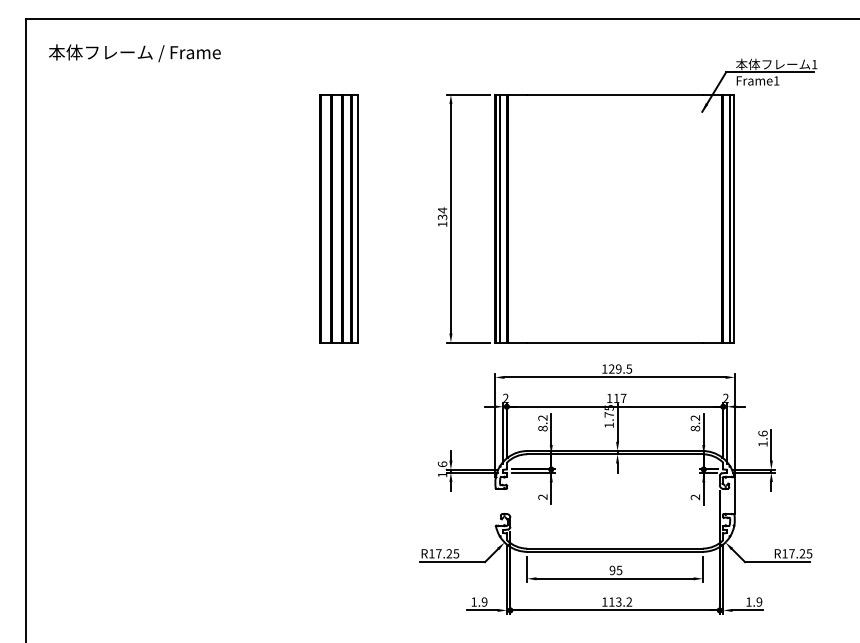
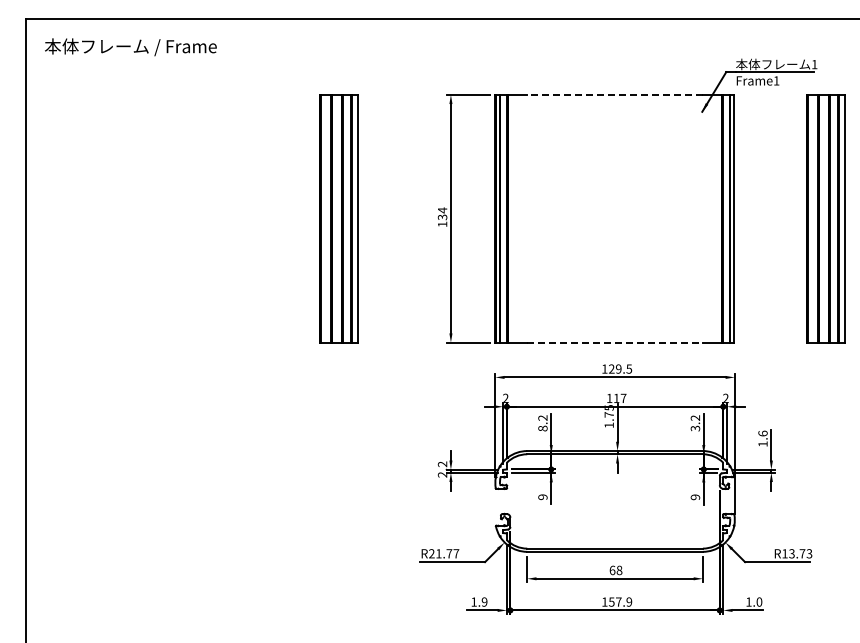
text at (134, 53) position: (134, 53) -> (130, 47)
line at (615, 94): solid -> dashed
part at (825, 218): none -> present
line at (615, 342): solid -> dashed
text at (695, 428): 8.2 -> 3.2
text at (442, 469): 1.6 -> 2.2
text at (543, 497): 2 -> 9
text at (695, 497): 2 -> 9
text at (444, 553): R17.25 -> R21.77
text at (800, 553): R17.25 -> R13.73
text at (615, 570): 95 -> 68
text at (620, 601): 113.2 -> 157.9
text at (759, 601): 1.9 -> 1.0
